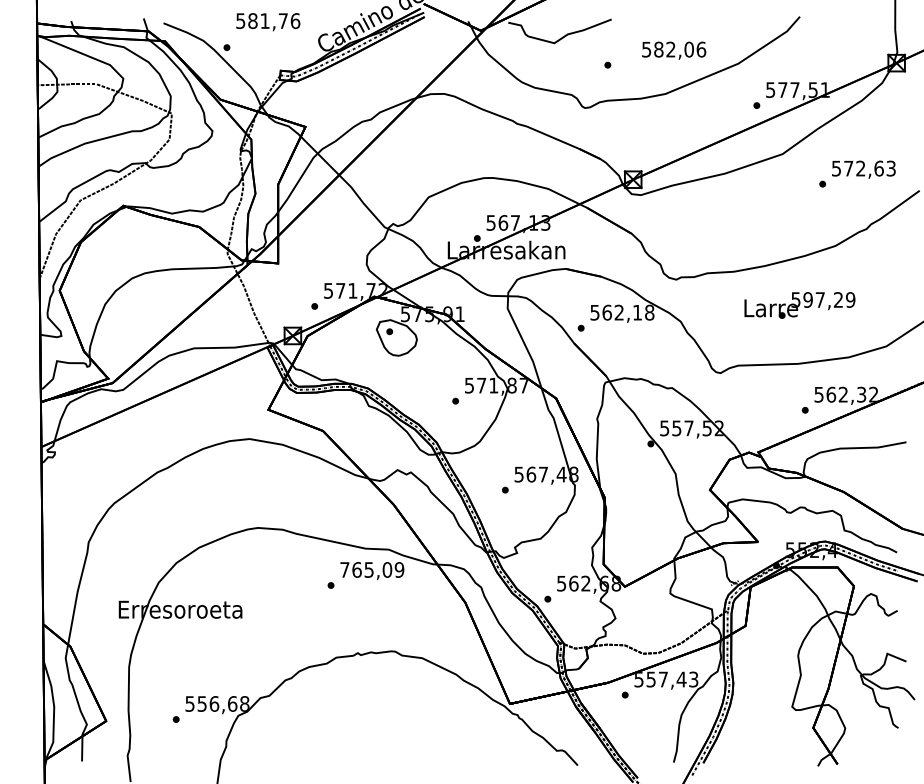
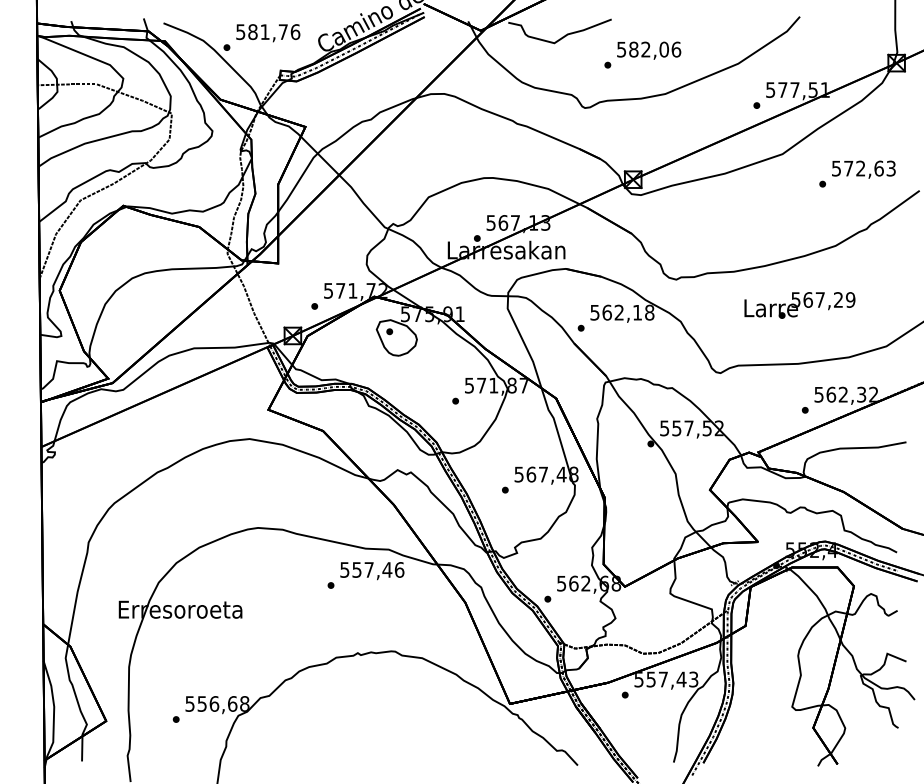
text at (268, 22) position: (268, 22) -> (268, 33)
text at (674, 50) position: (674, 50) -> (649, 50)
text at (807, 299): 597,29 -> 567,29
text at (372, 569): 765,09 -> 557,46
